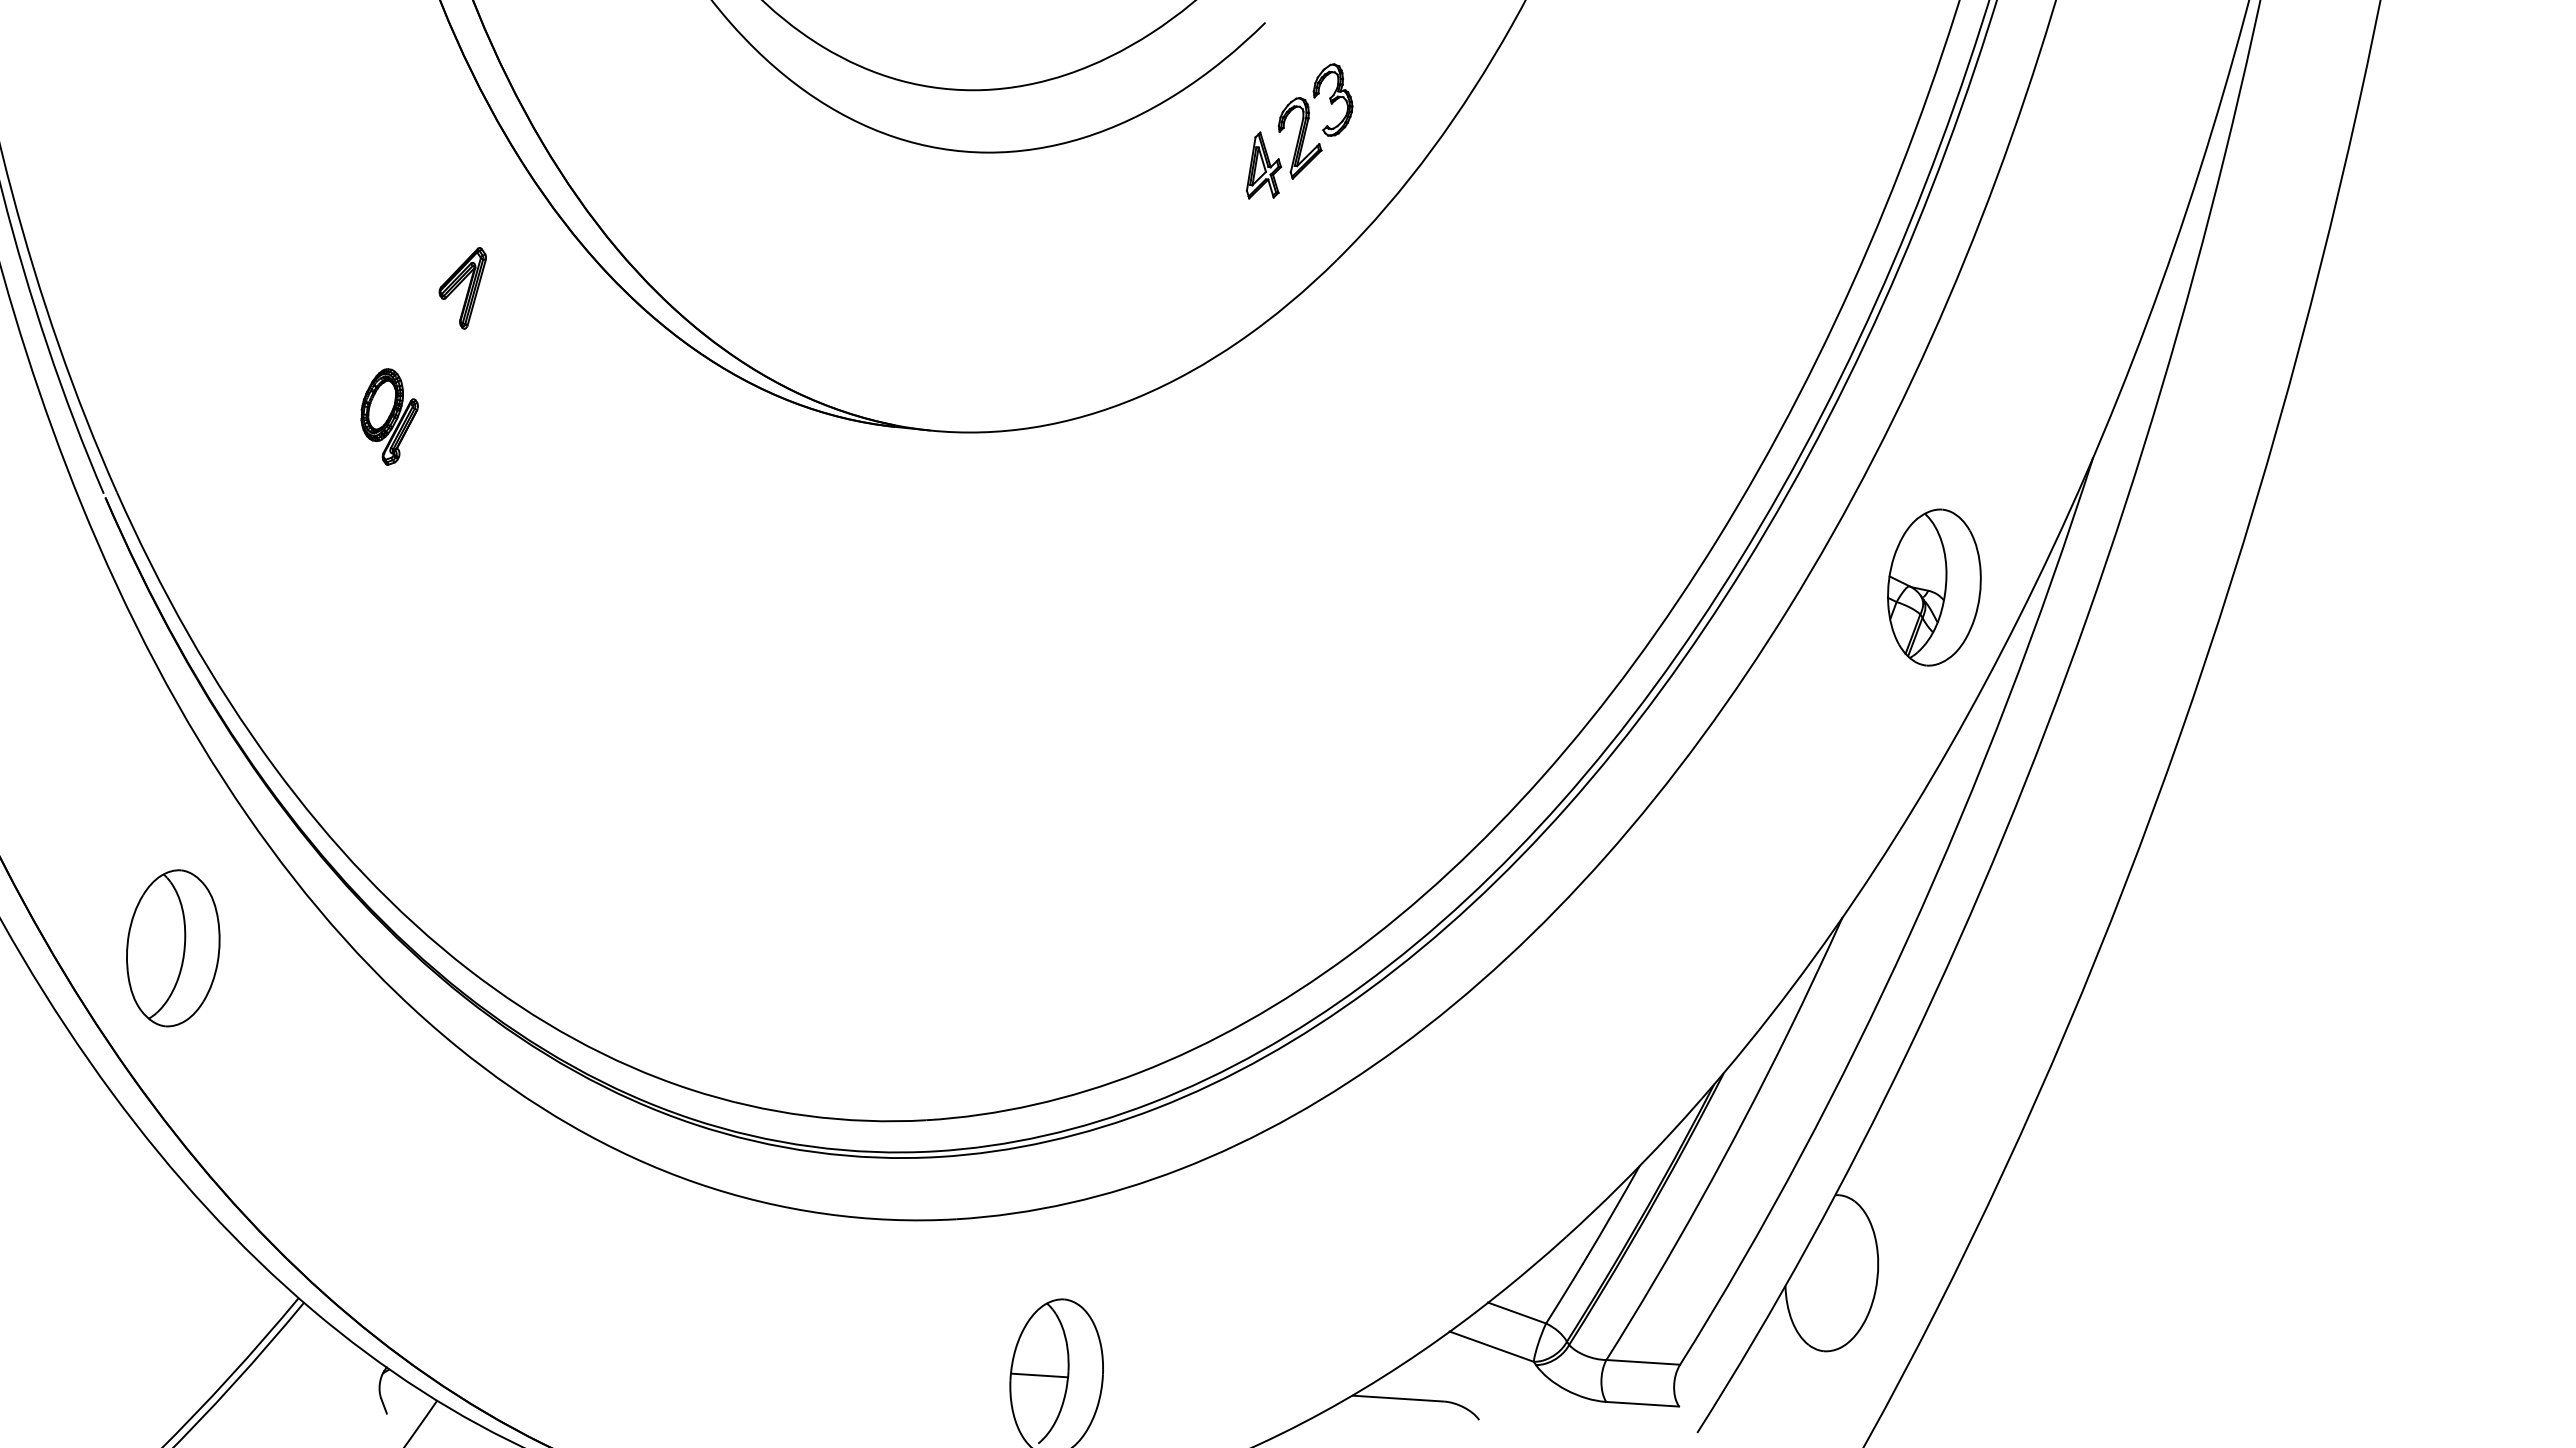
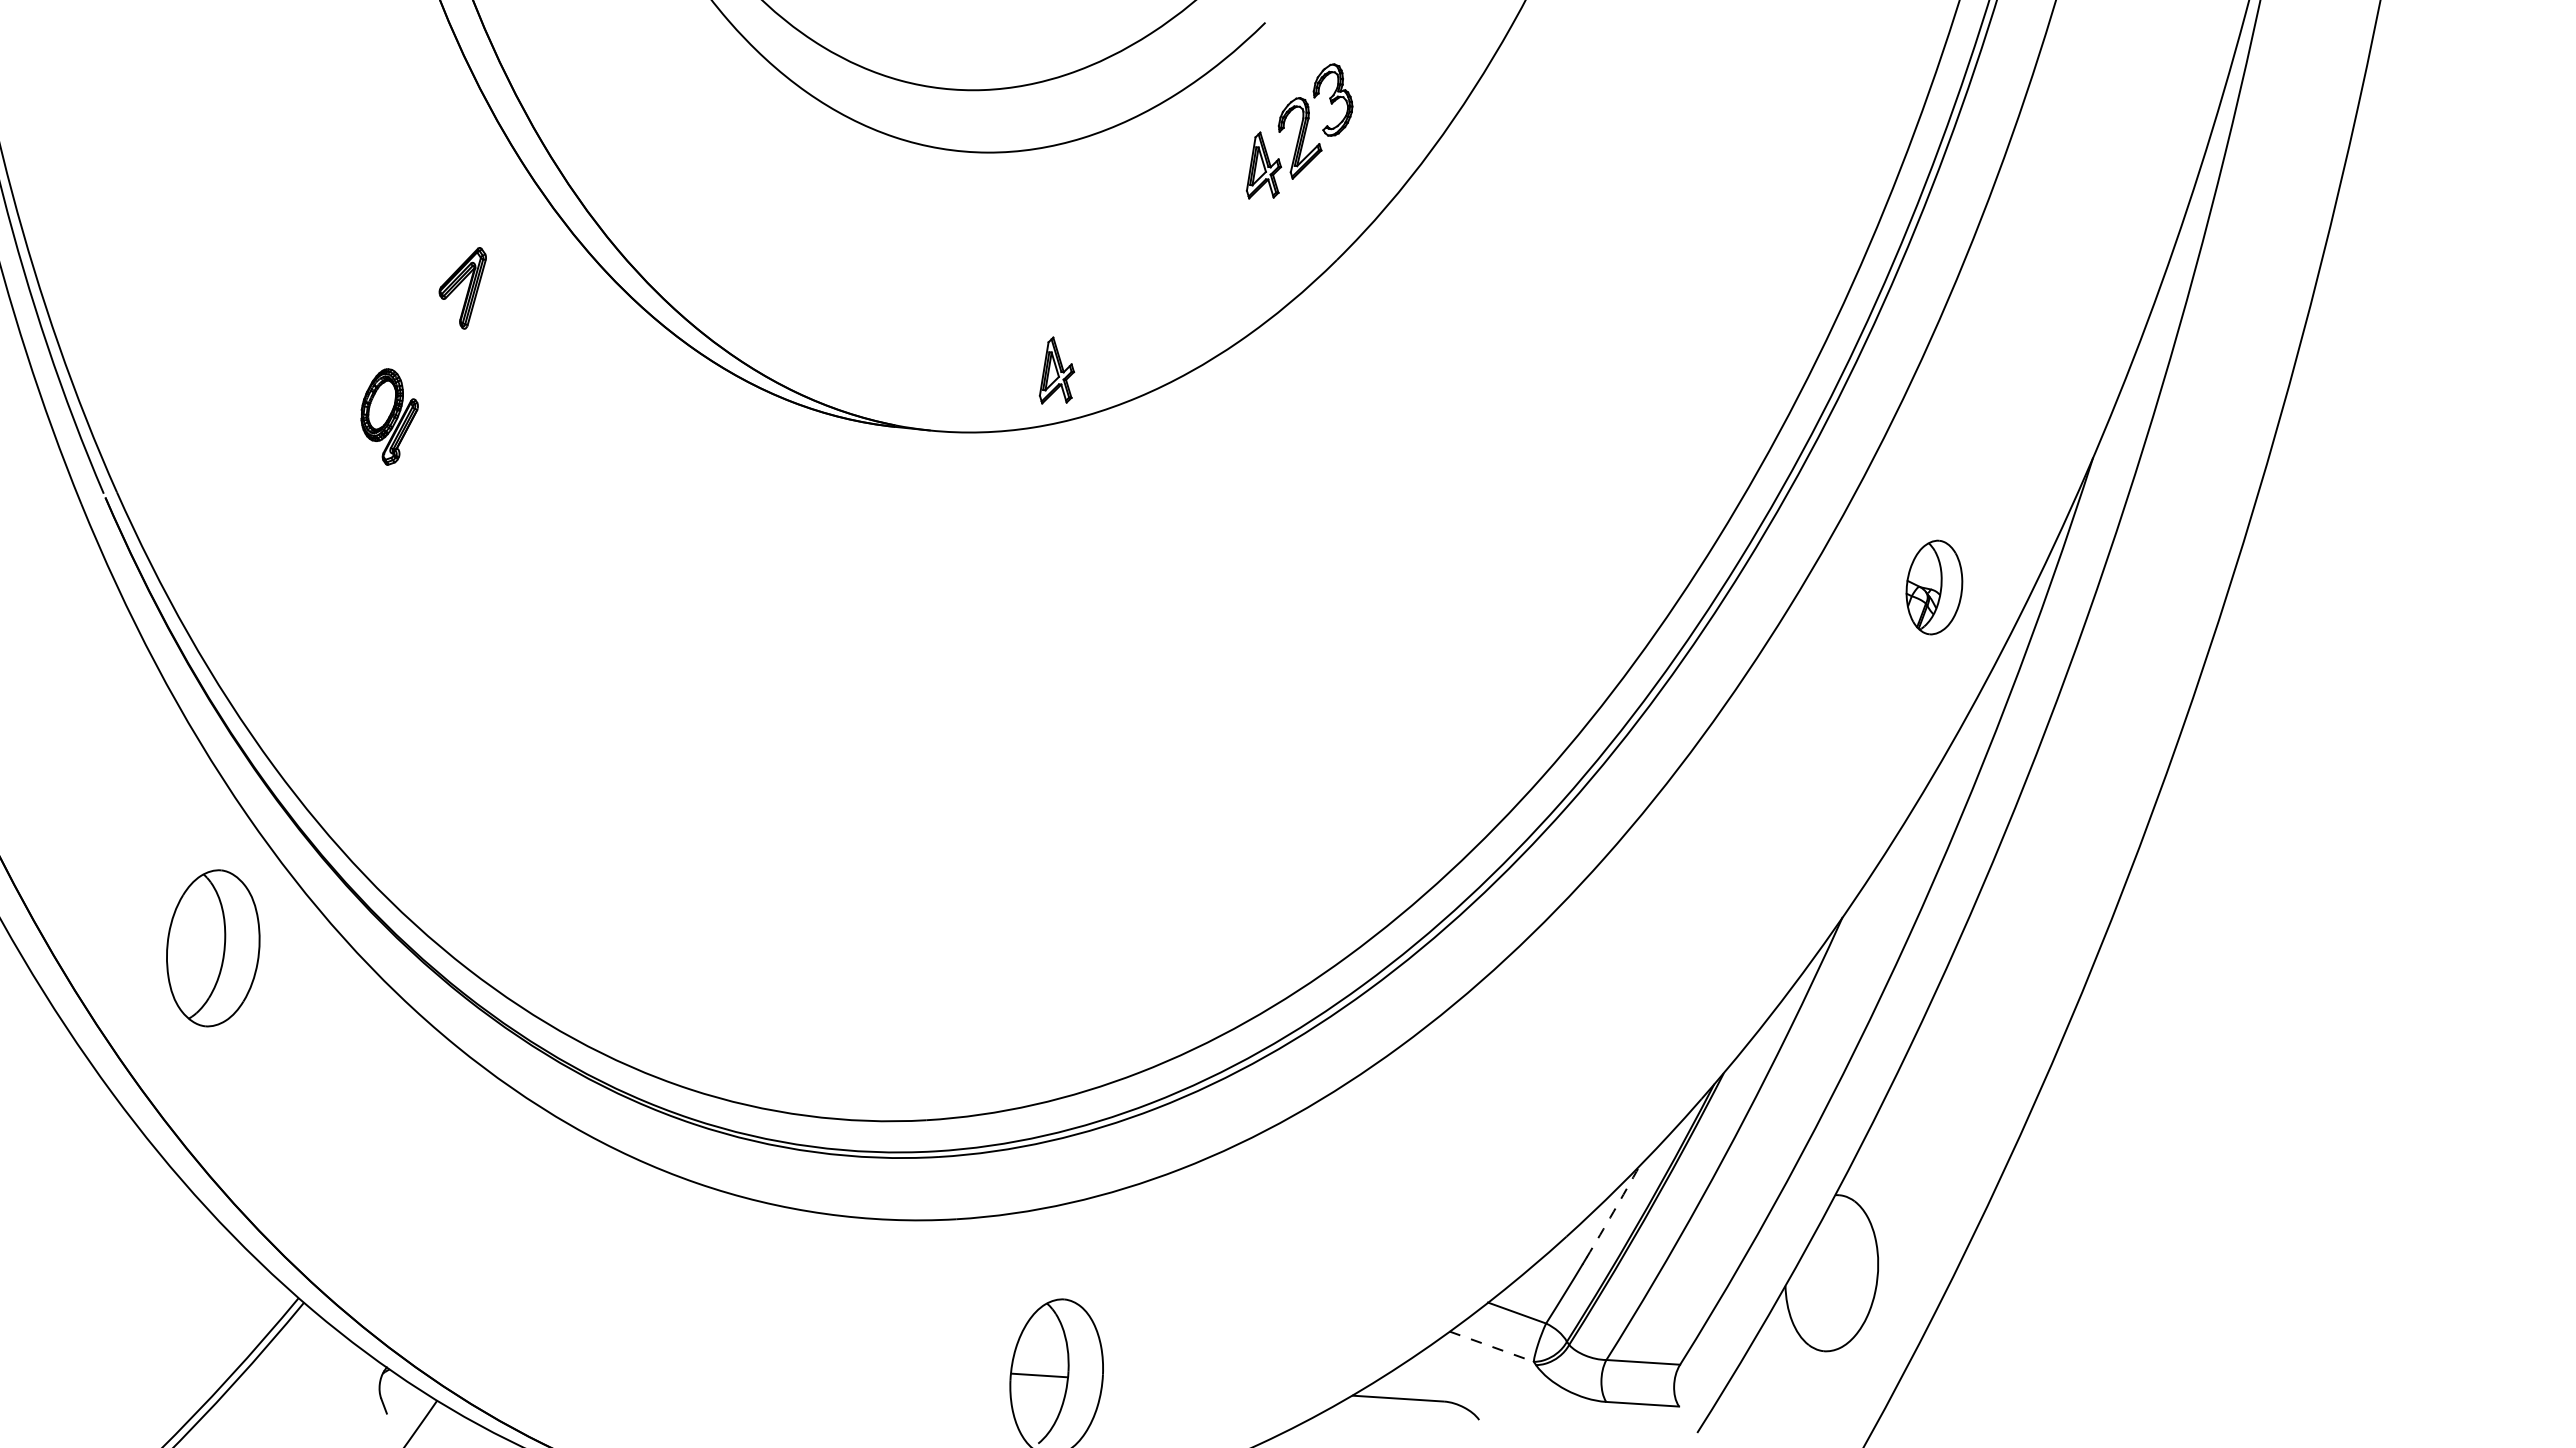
part at (1056, 370): none -> present
part at (1934, 587) size: 95x159 px -> 59x97 px
part at (173, 948) position: (173, 948) -> (213, 948)
arc at (1613, 1211): solid -> dashed
line at (1491, 1346): solid -> dashed
